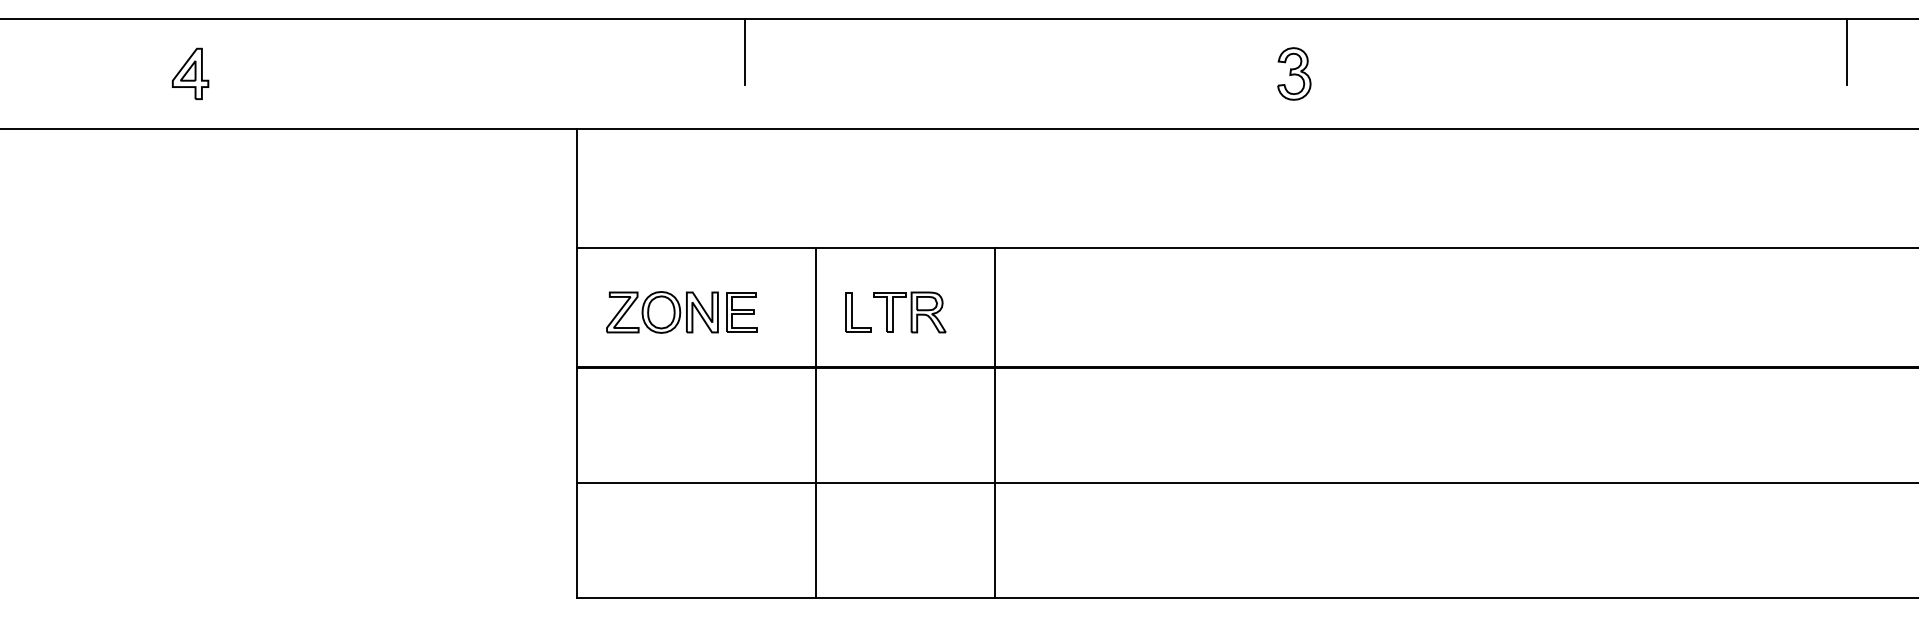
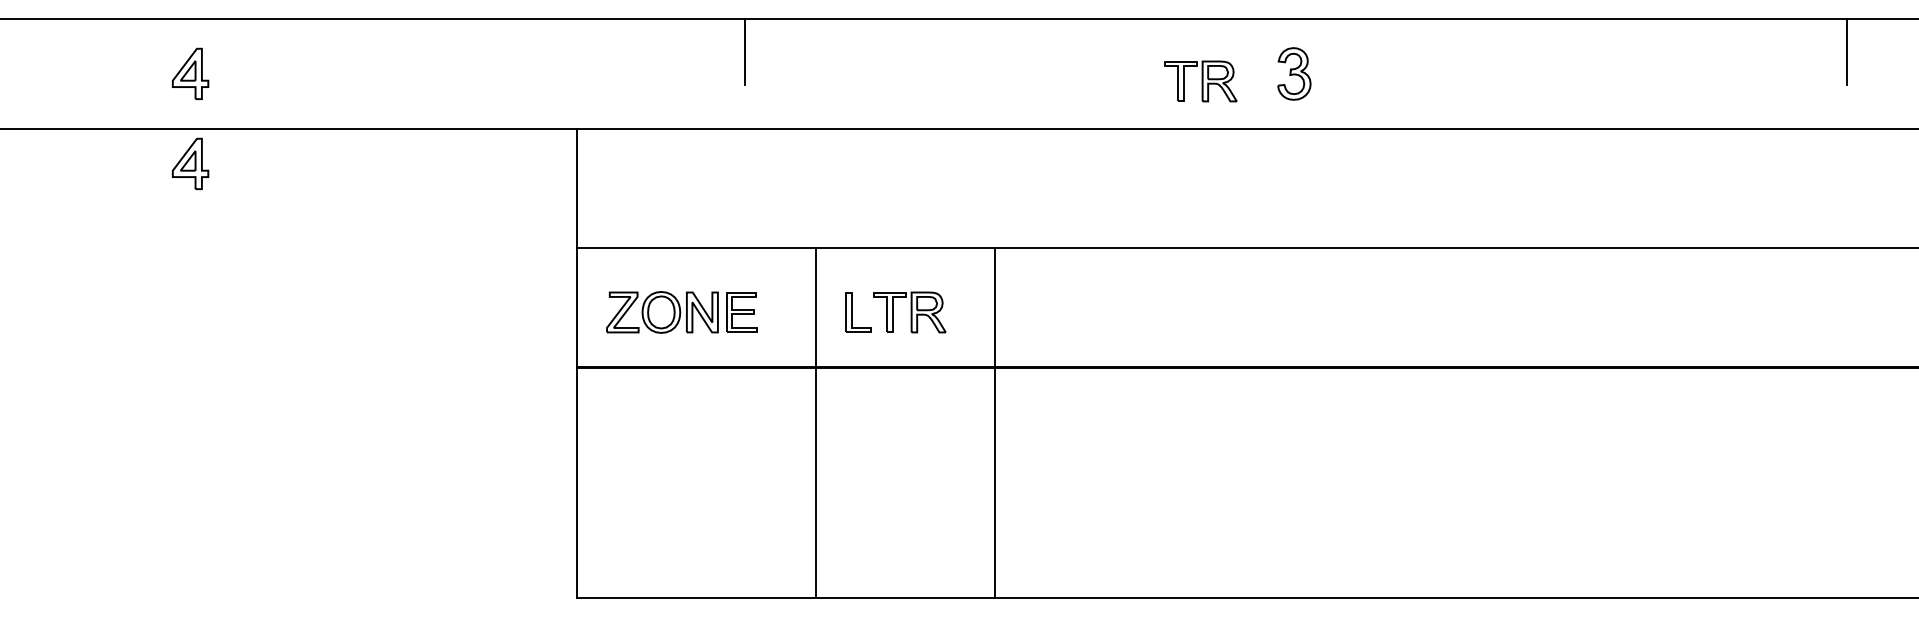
part at (1200, 81): none -> present
part at (190, 163): none -> present
line at (1246, 483): present -> none
